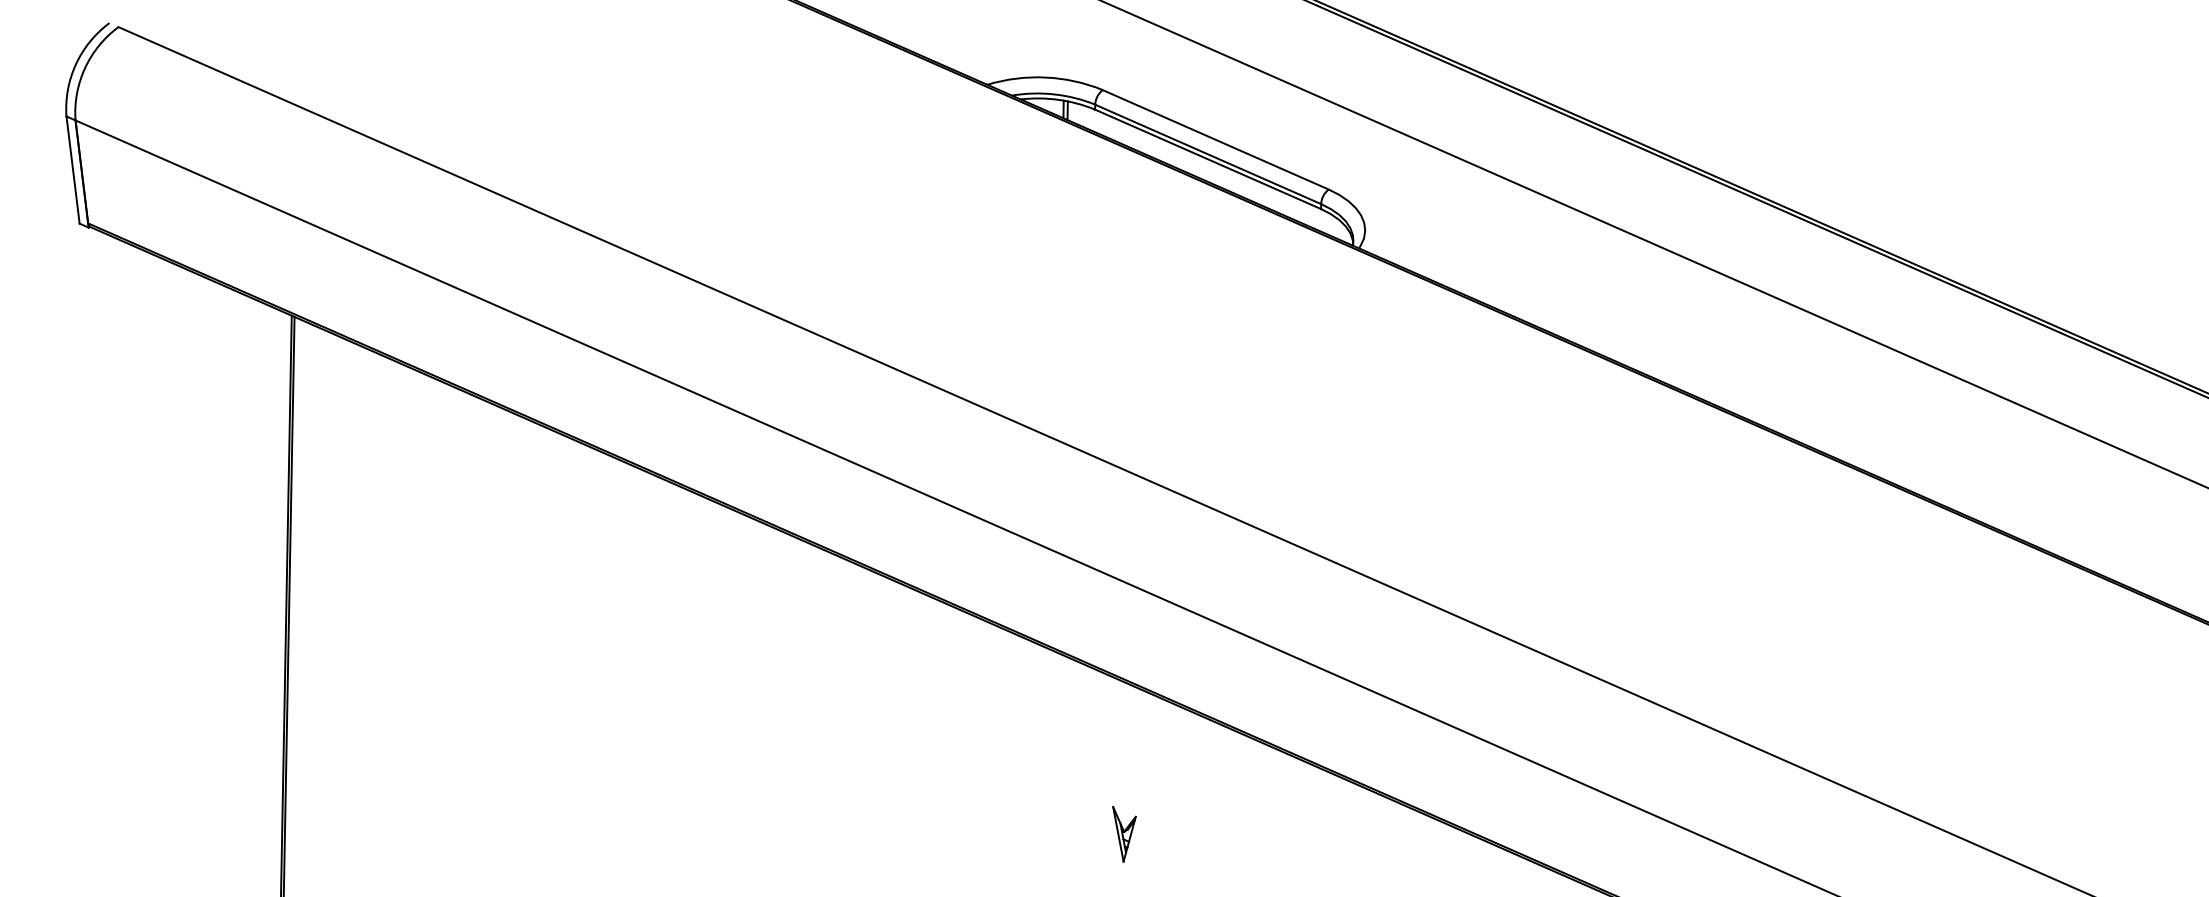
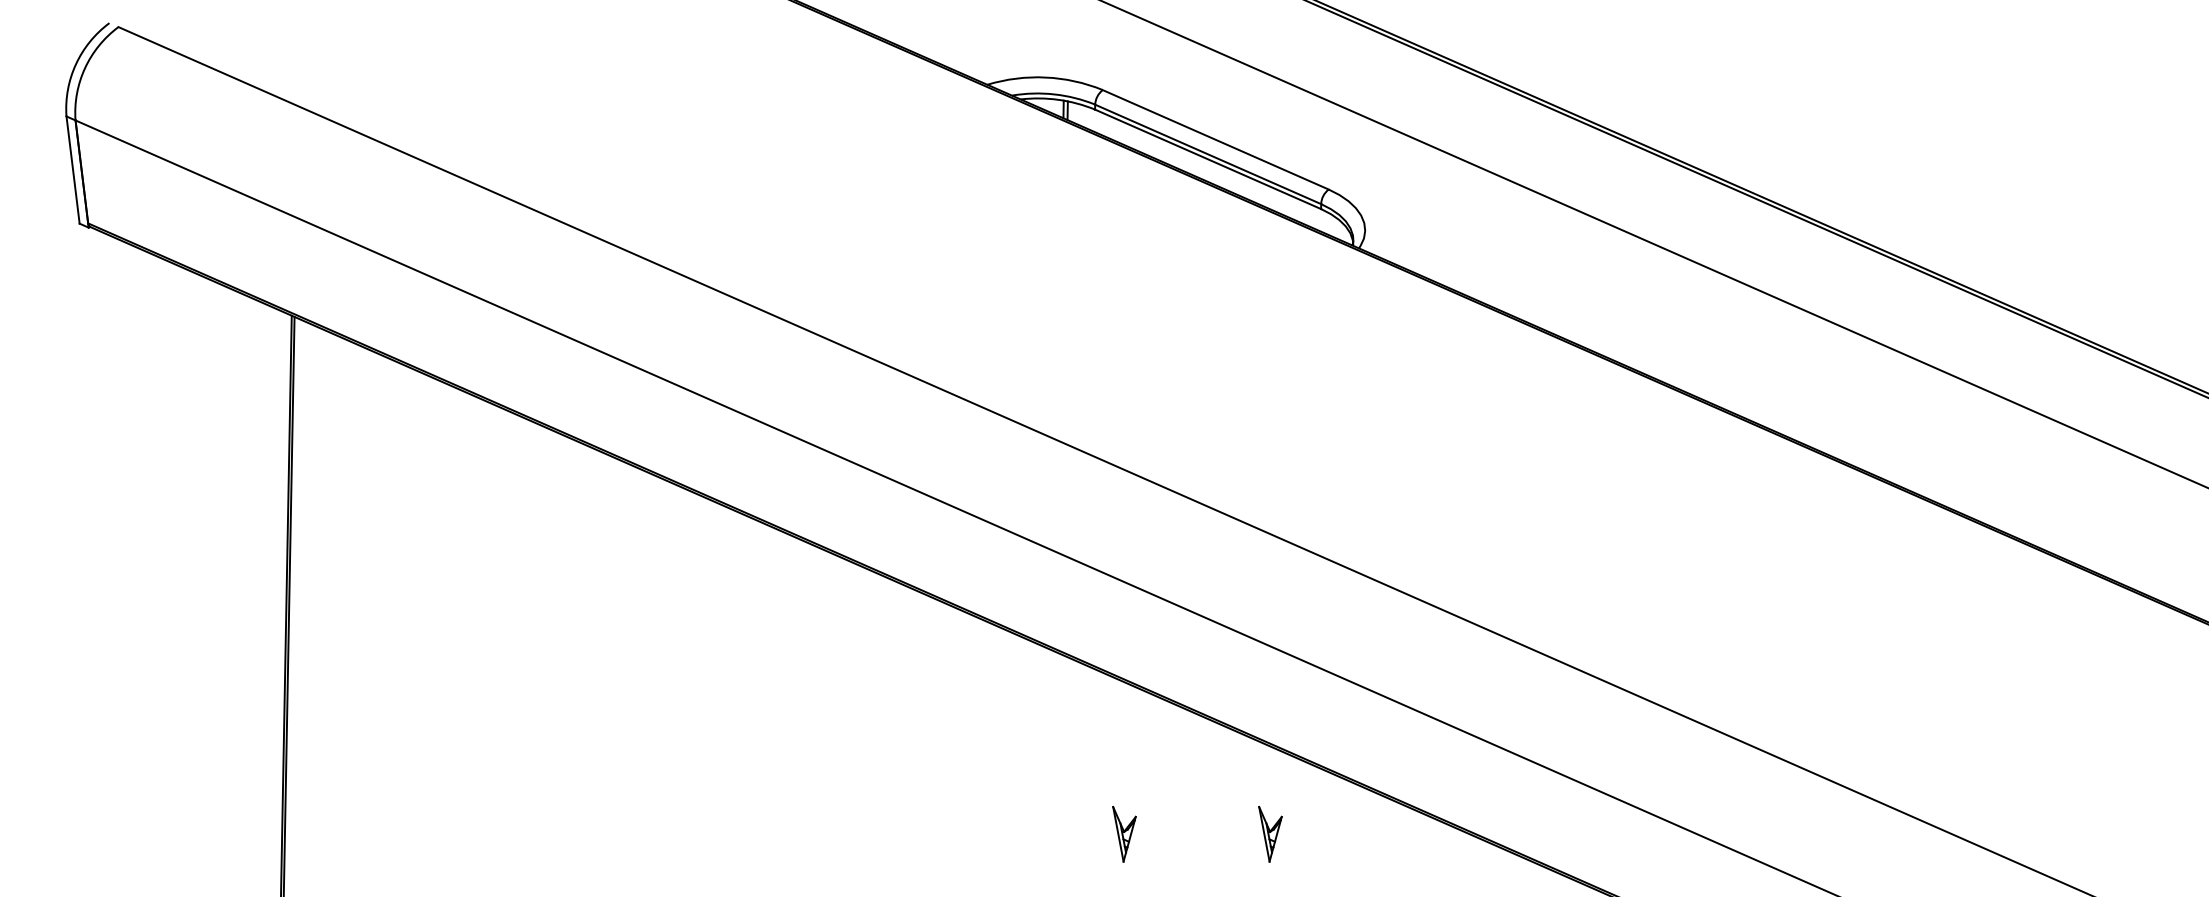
part at (1270, 834): none -> present
